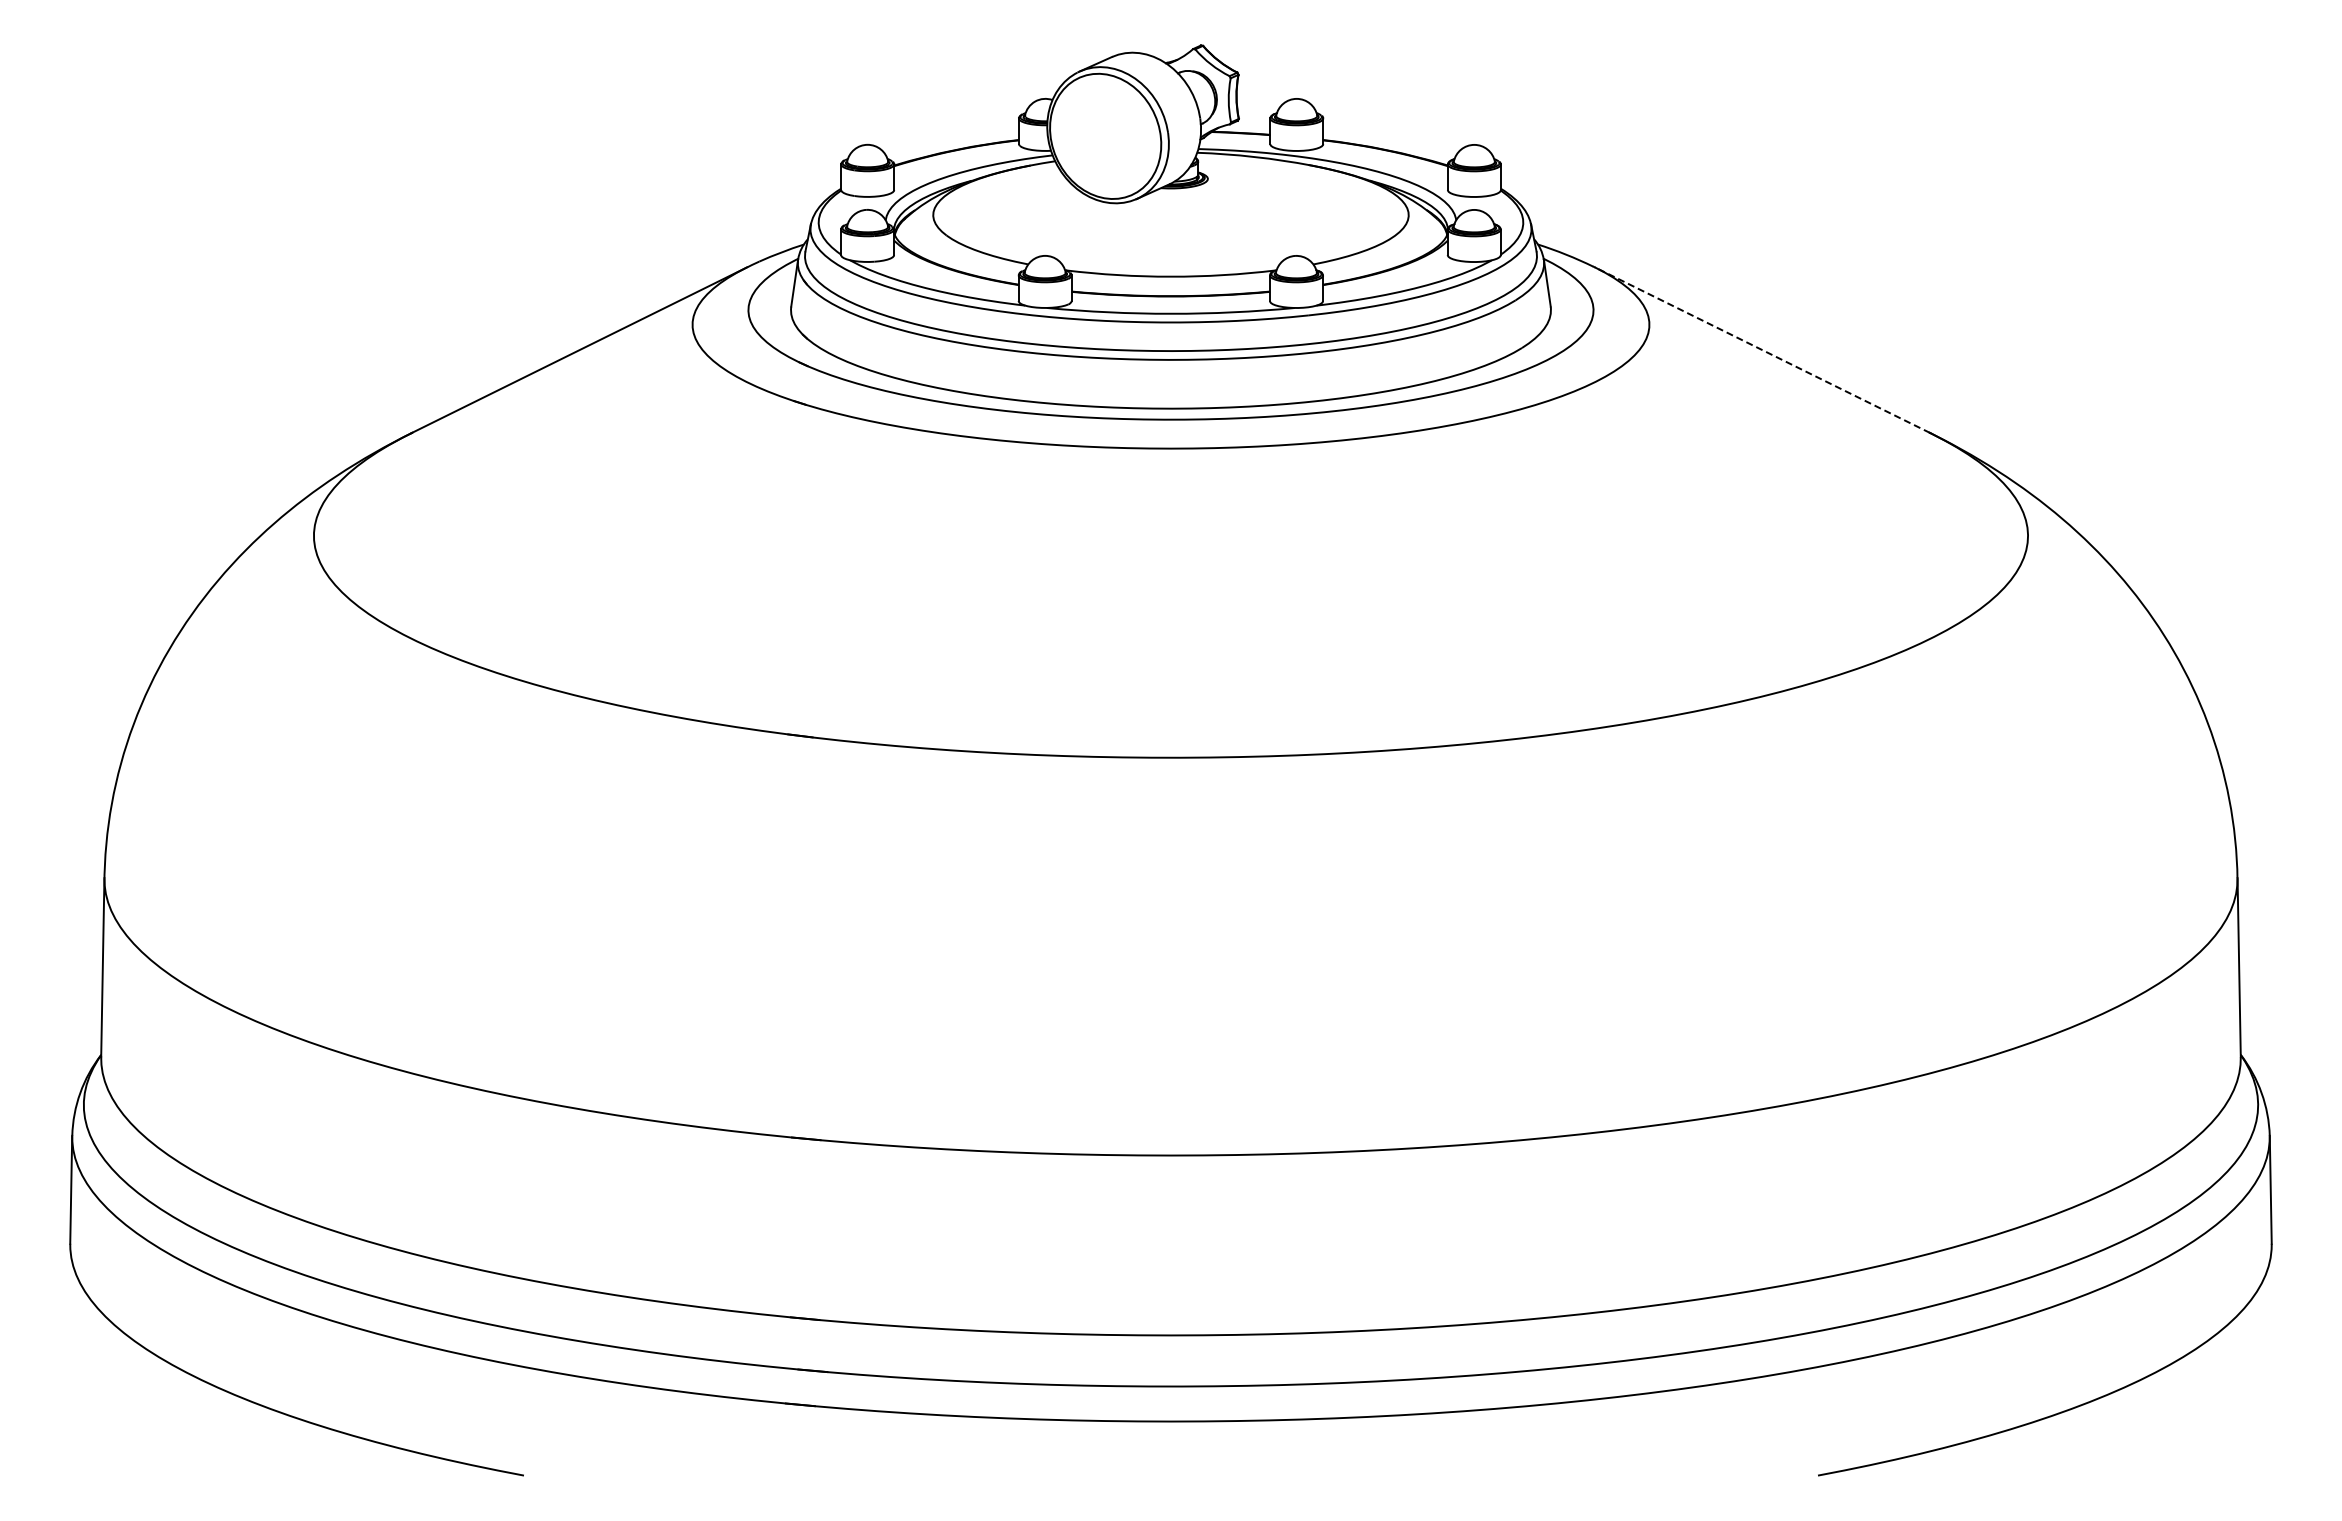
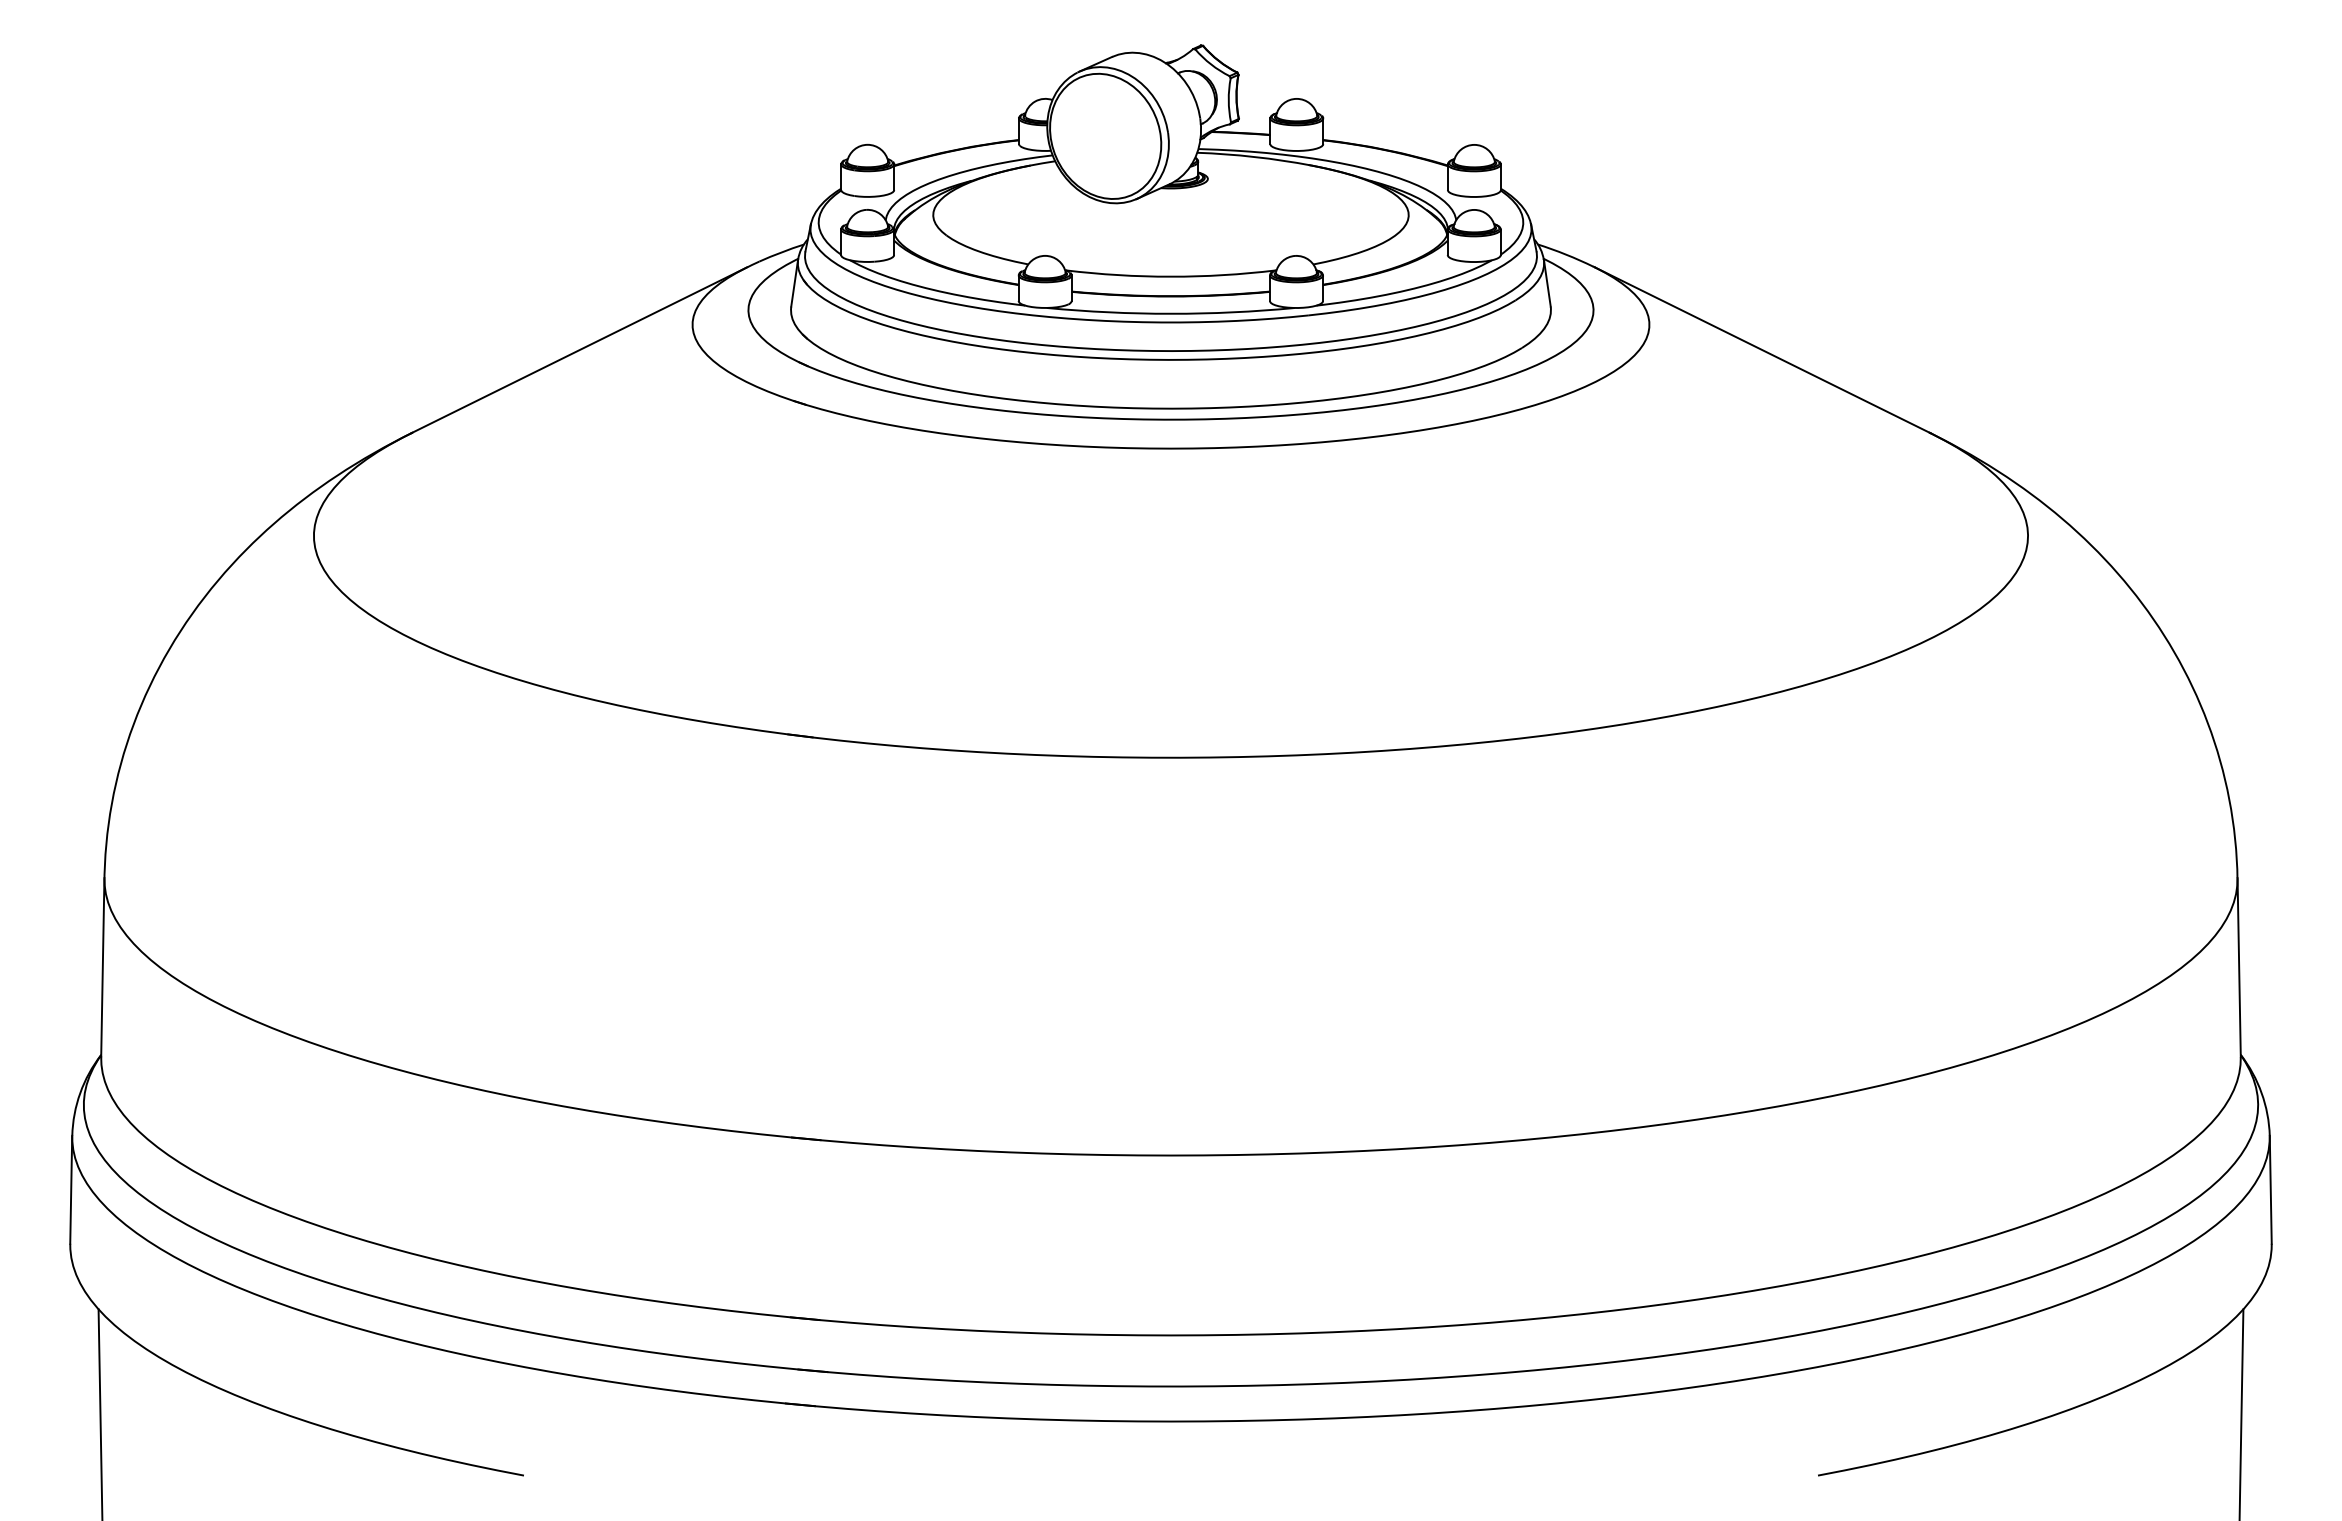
line at (1762, 349): dashed -> solid
line at (100, 1413): none -> present
line at (2241, 1413): none -> present
